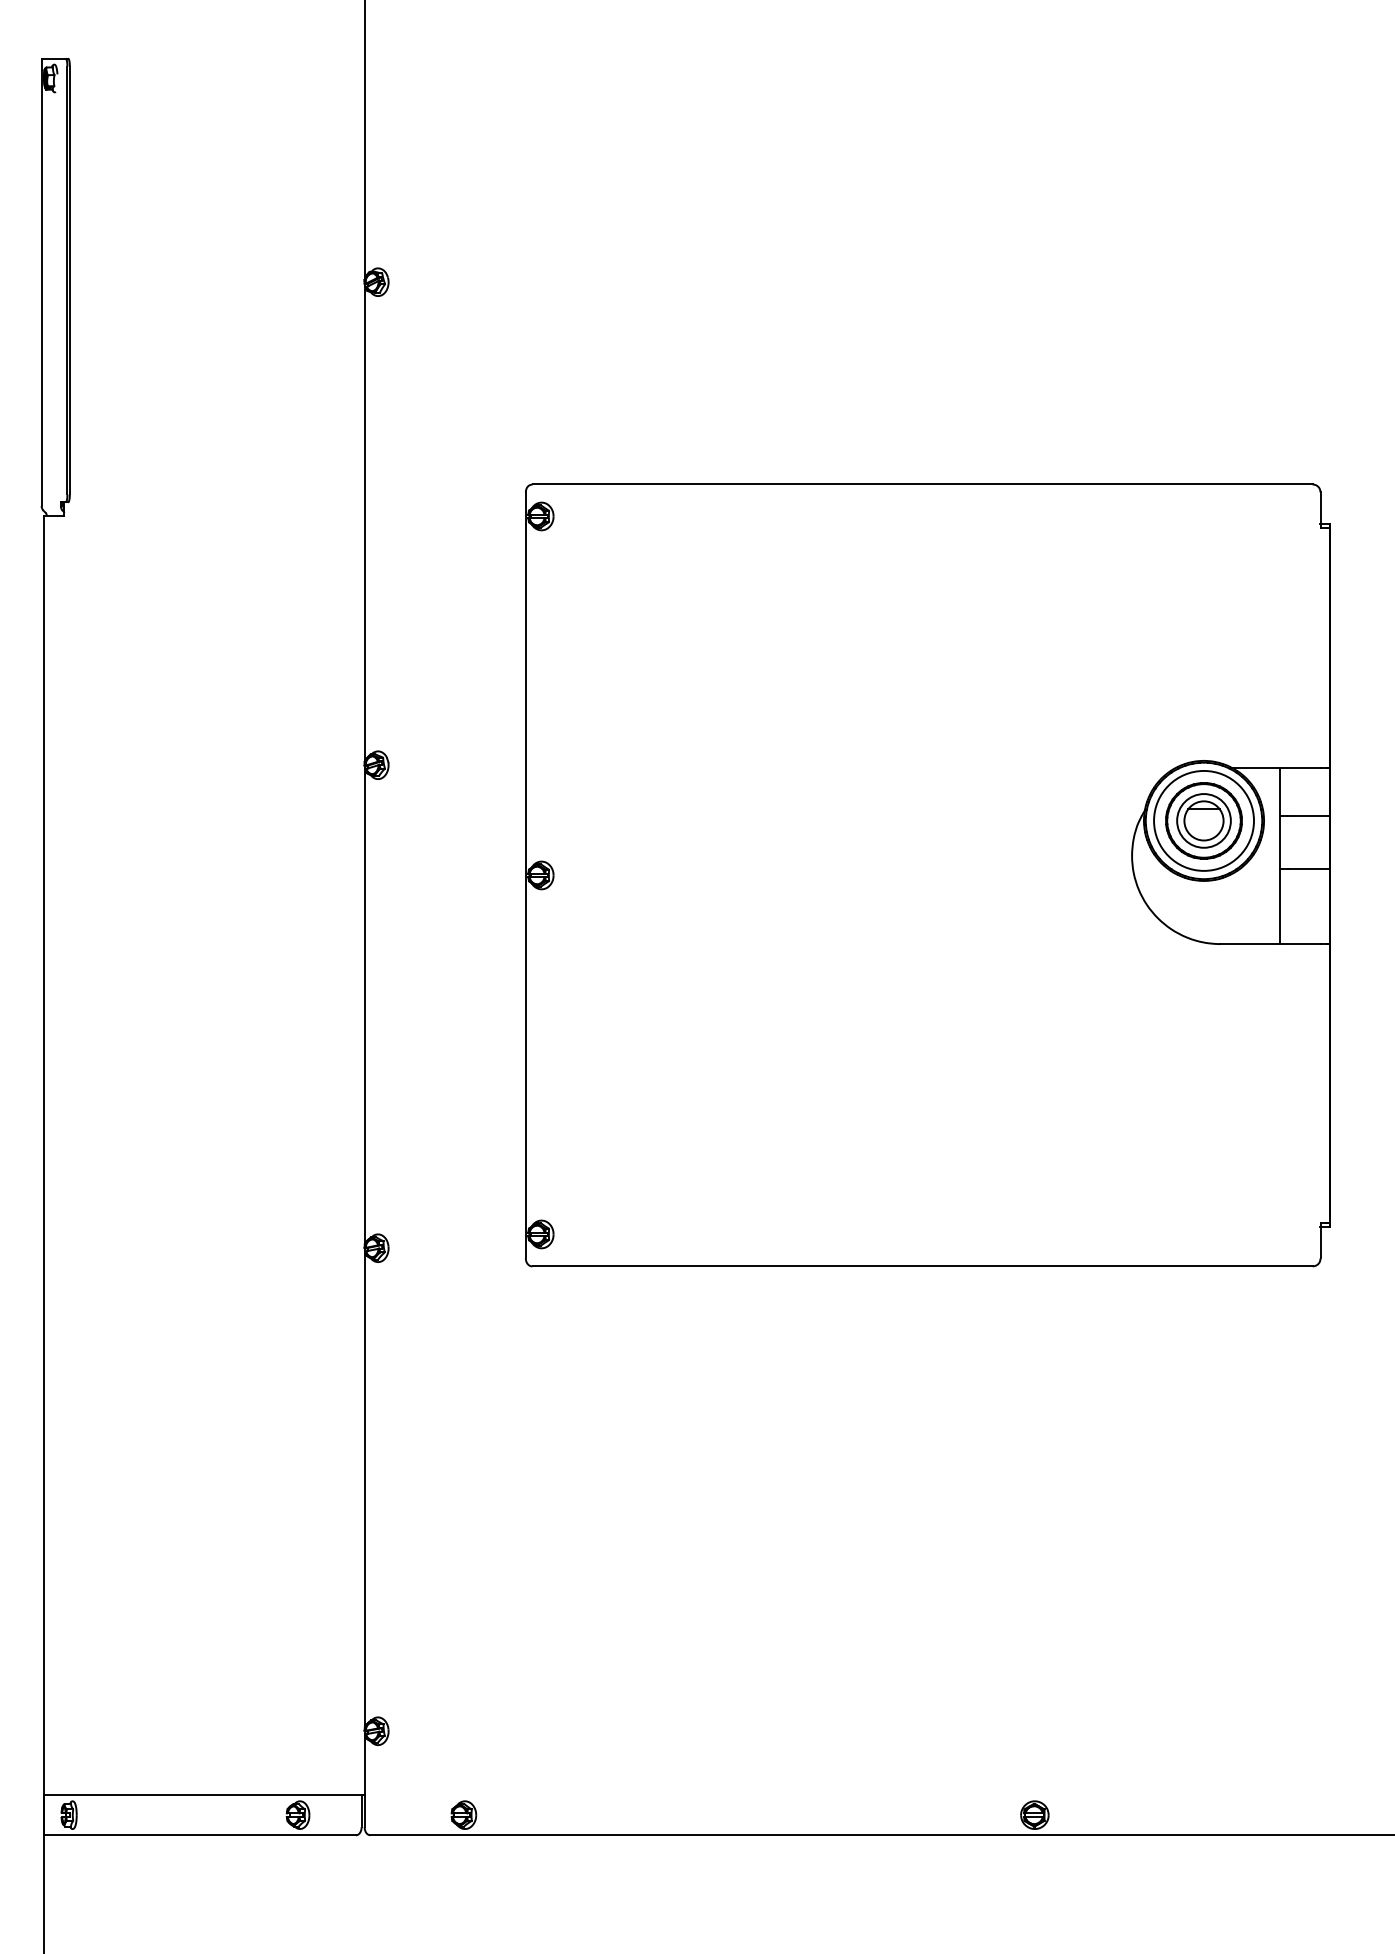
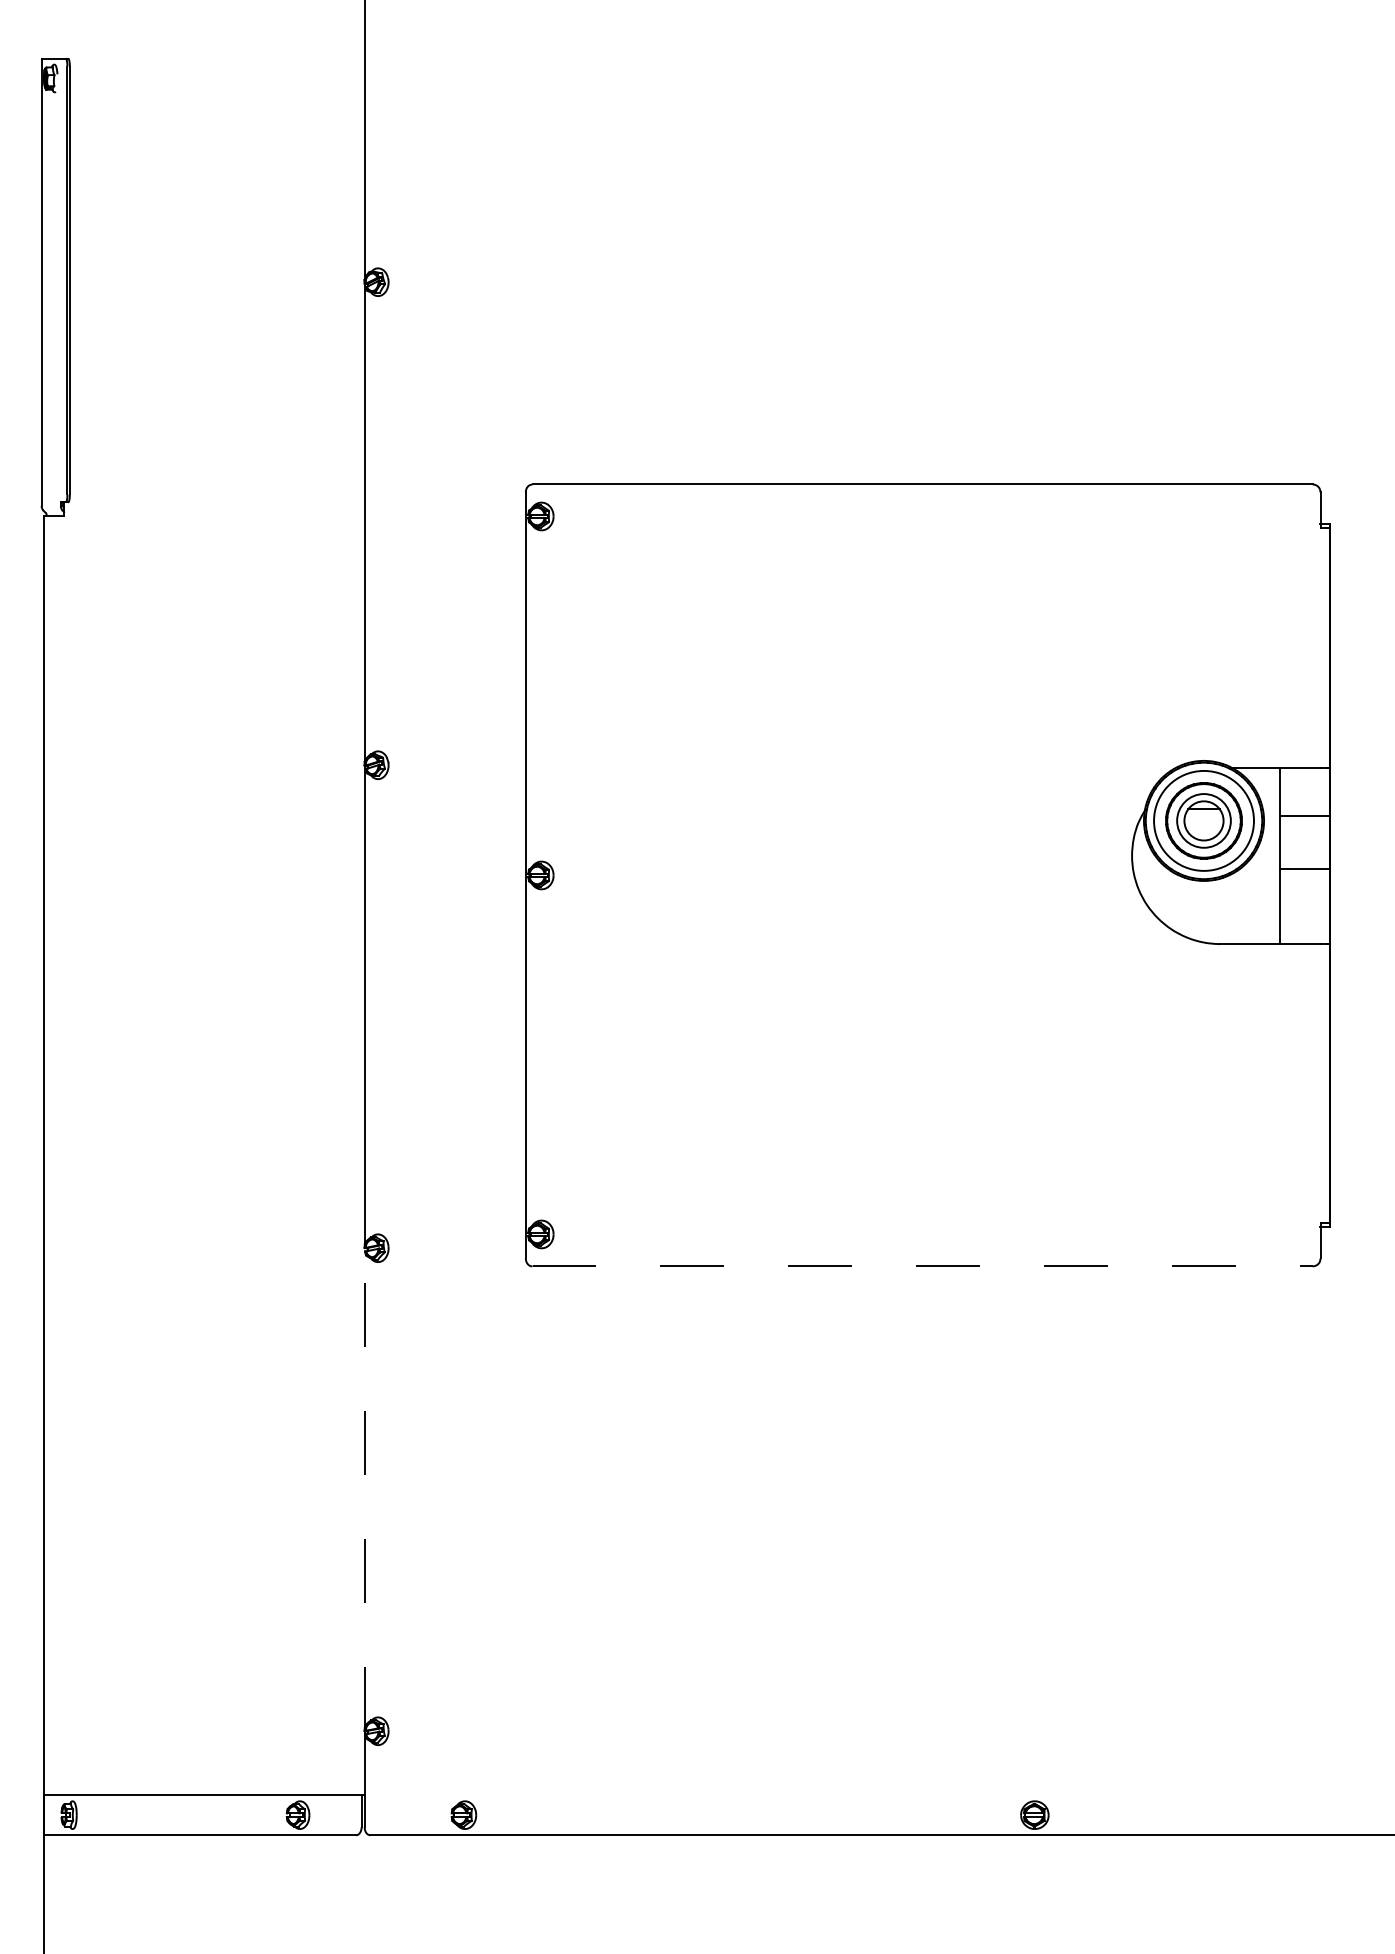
line at (923, 1266): solid -> dashed
line at (364, 1488): solid -> dashed
